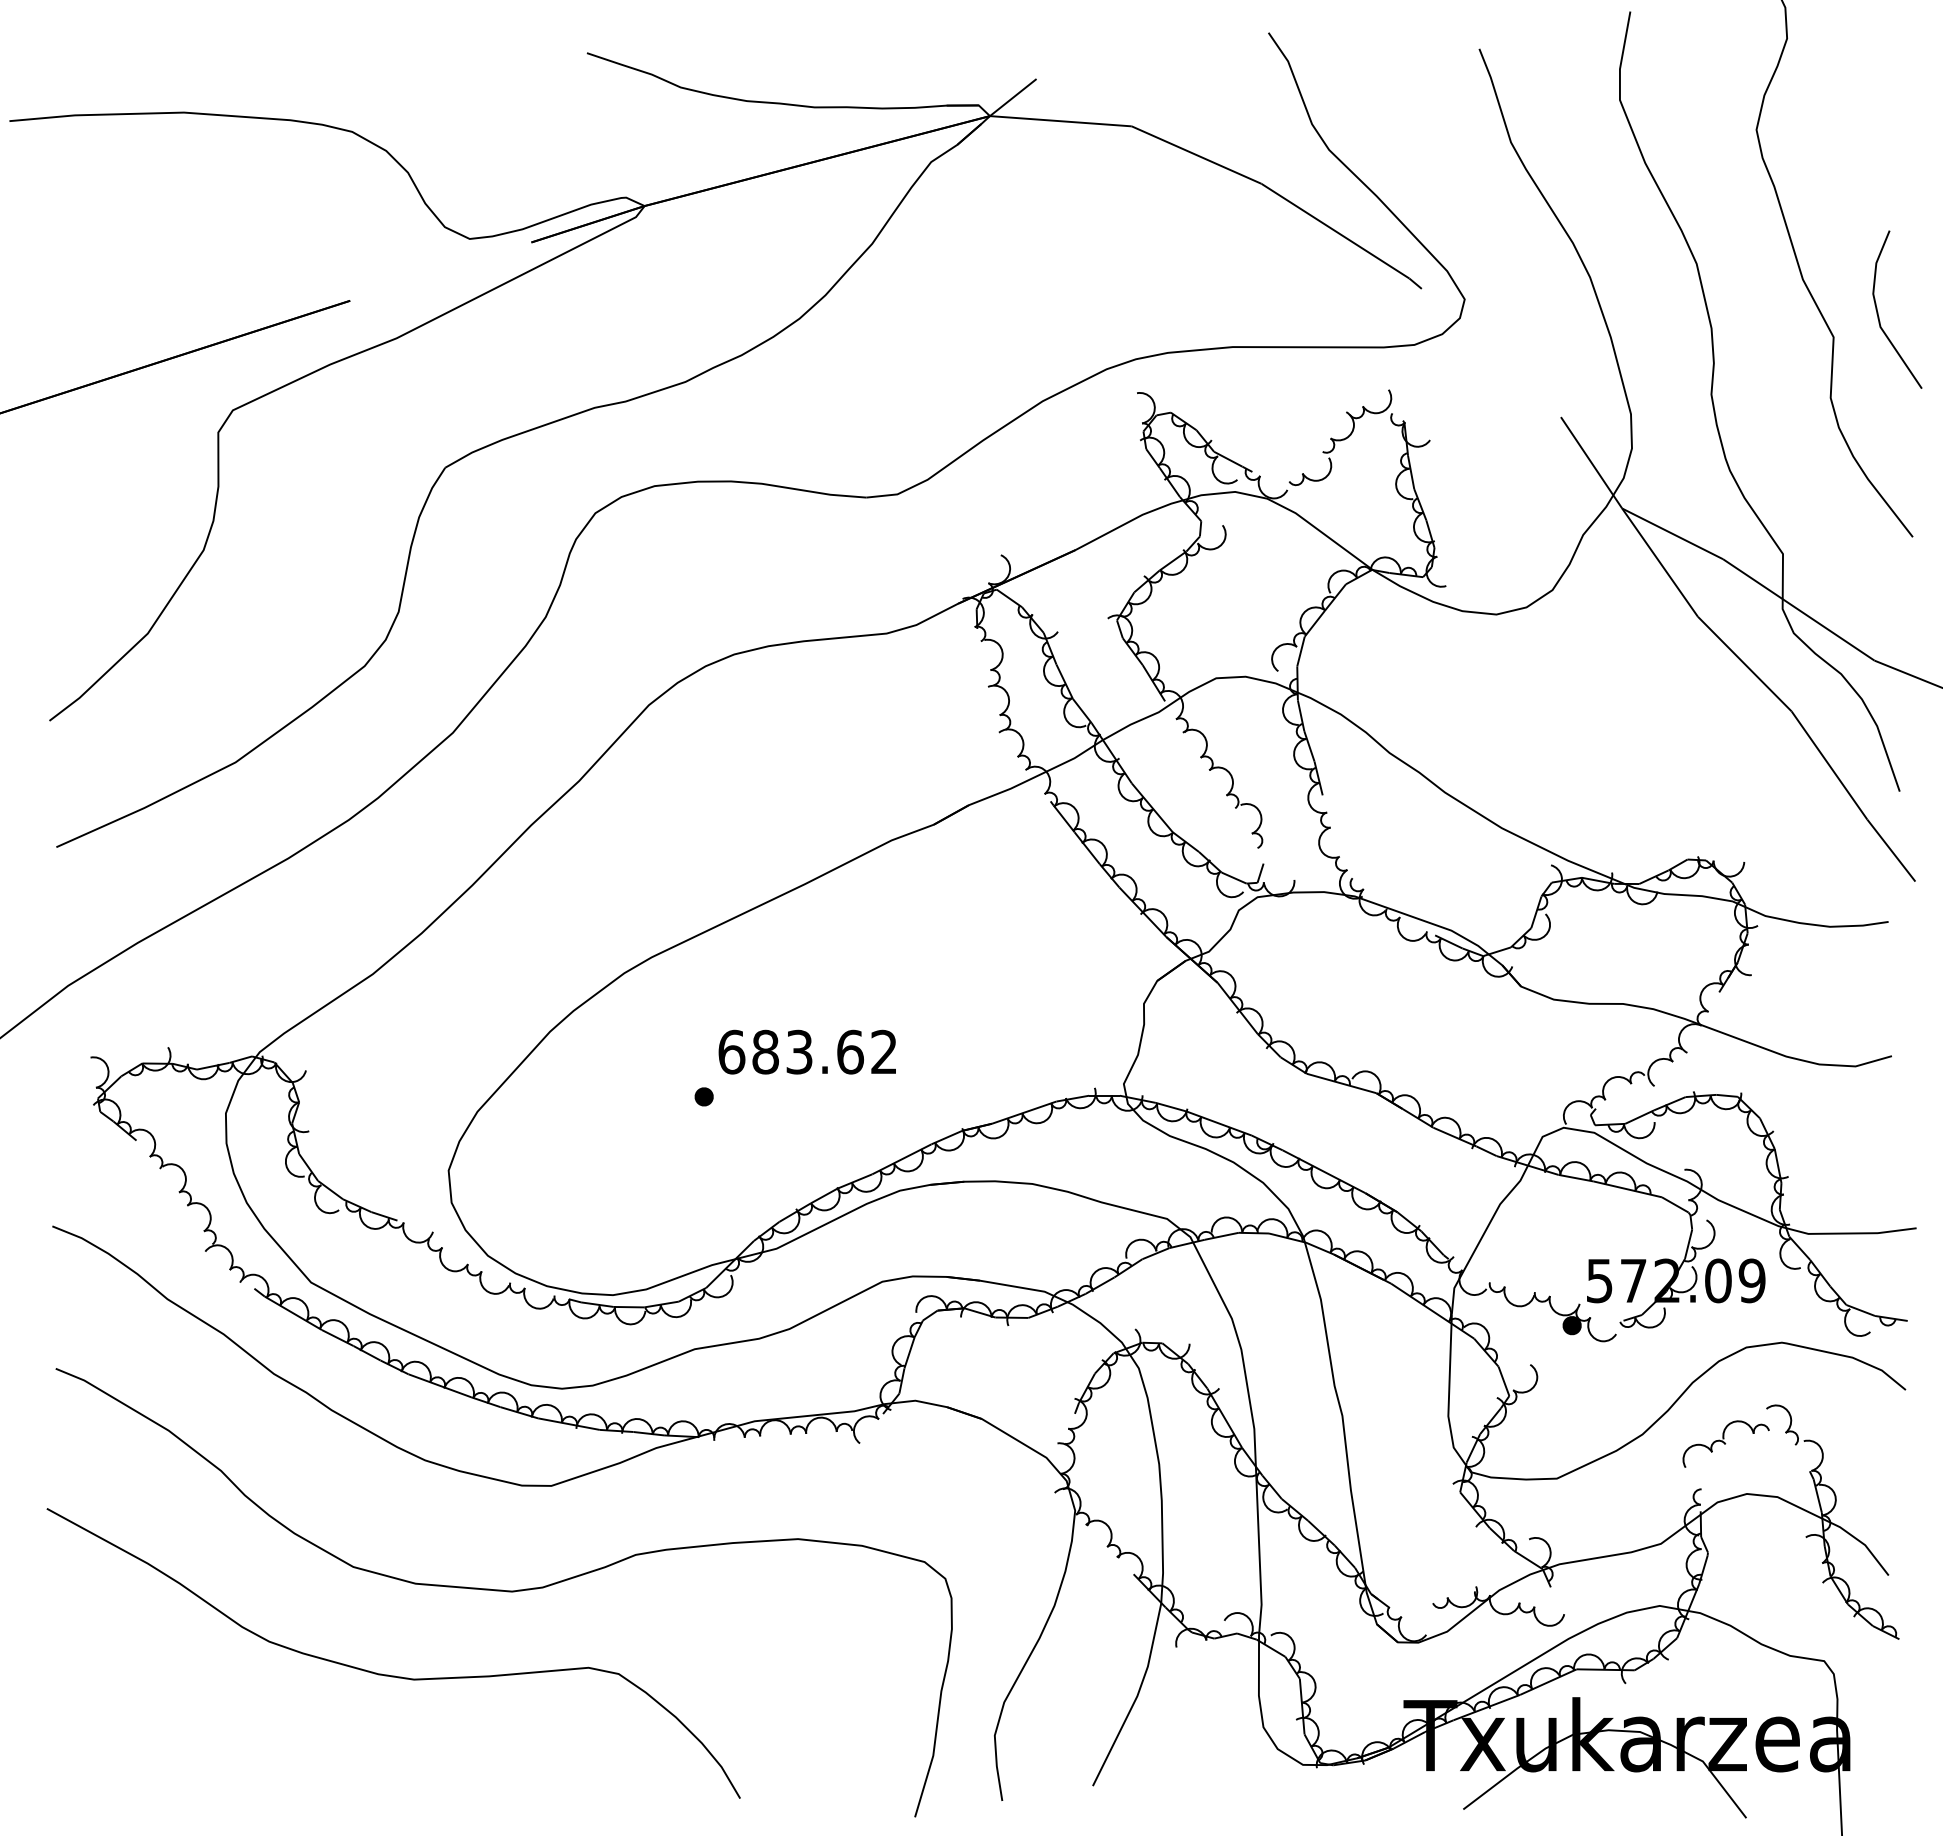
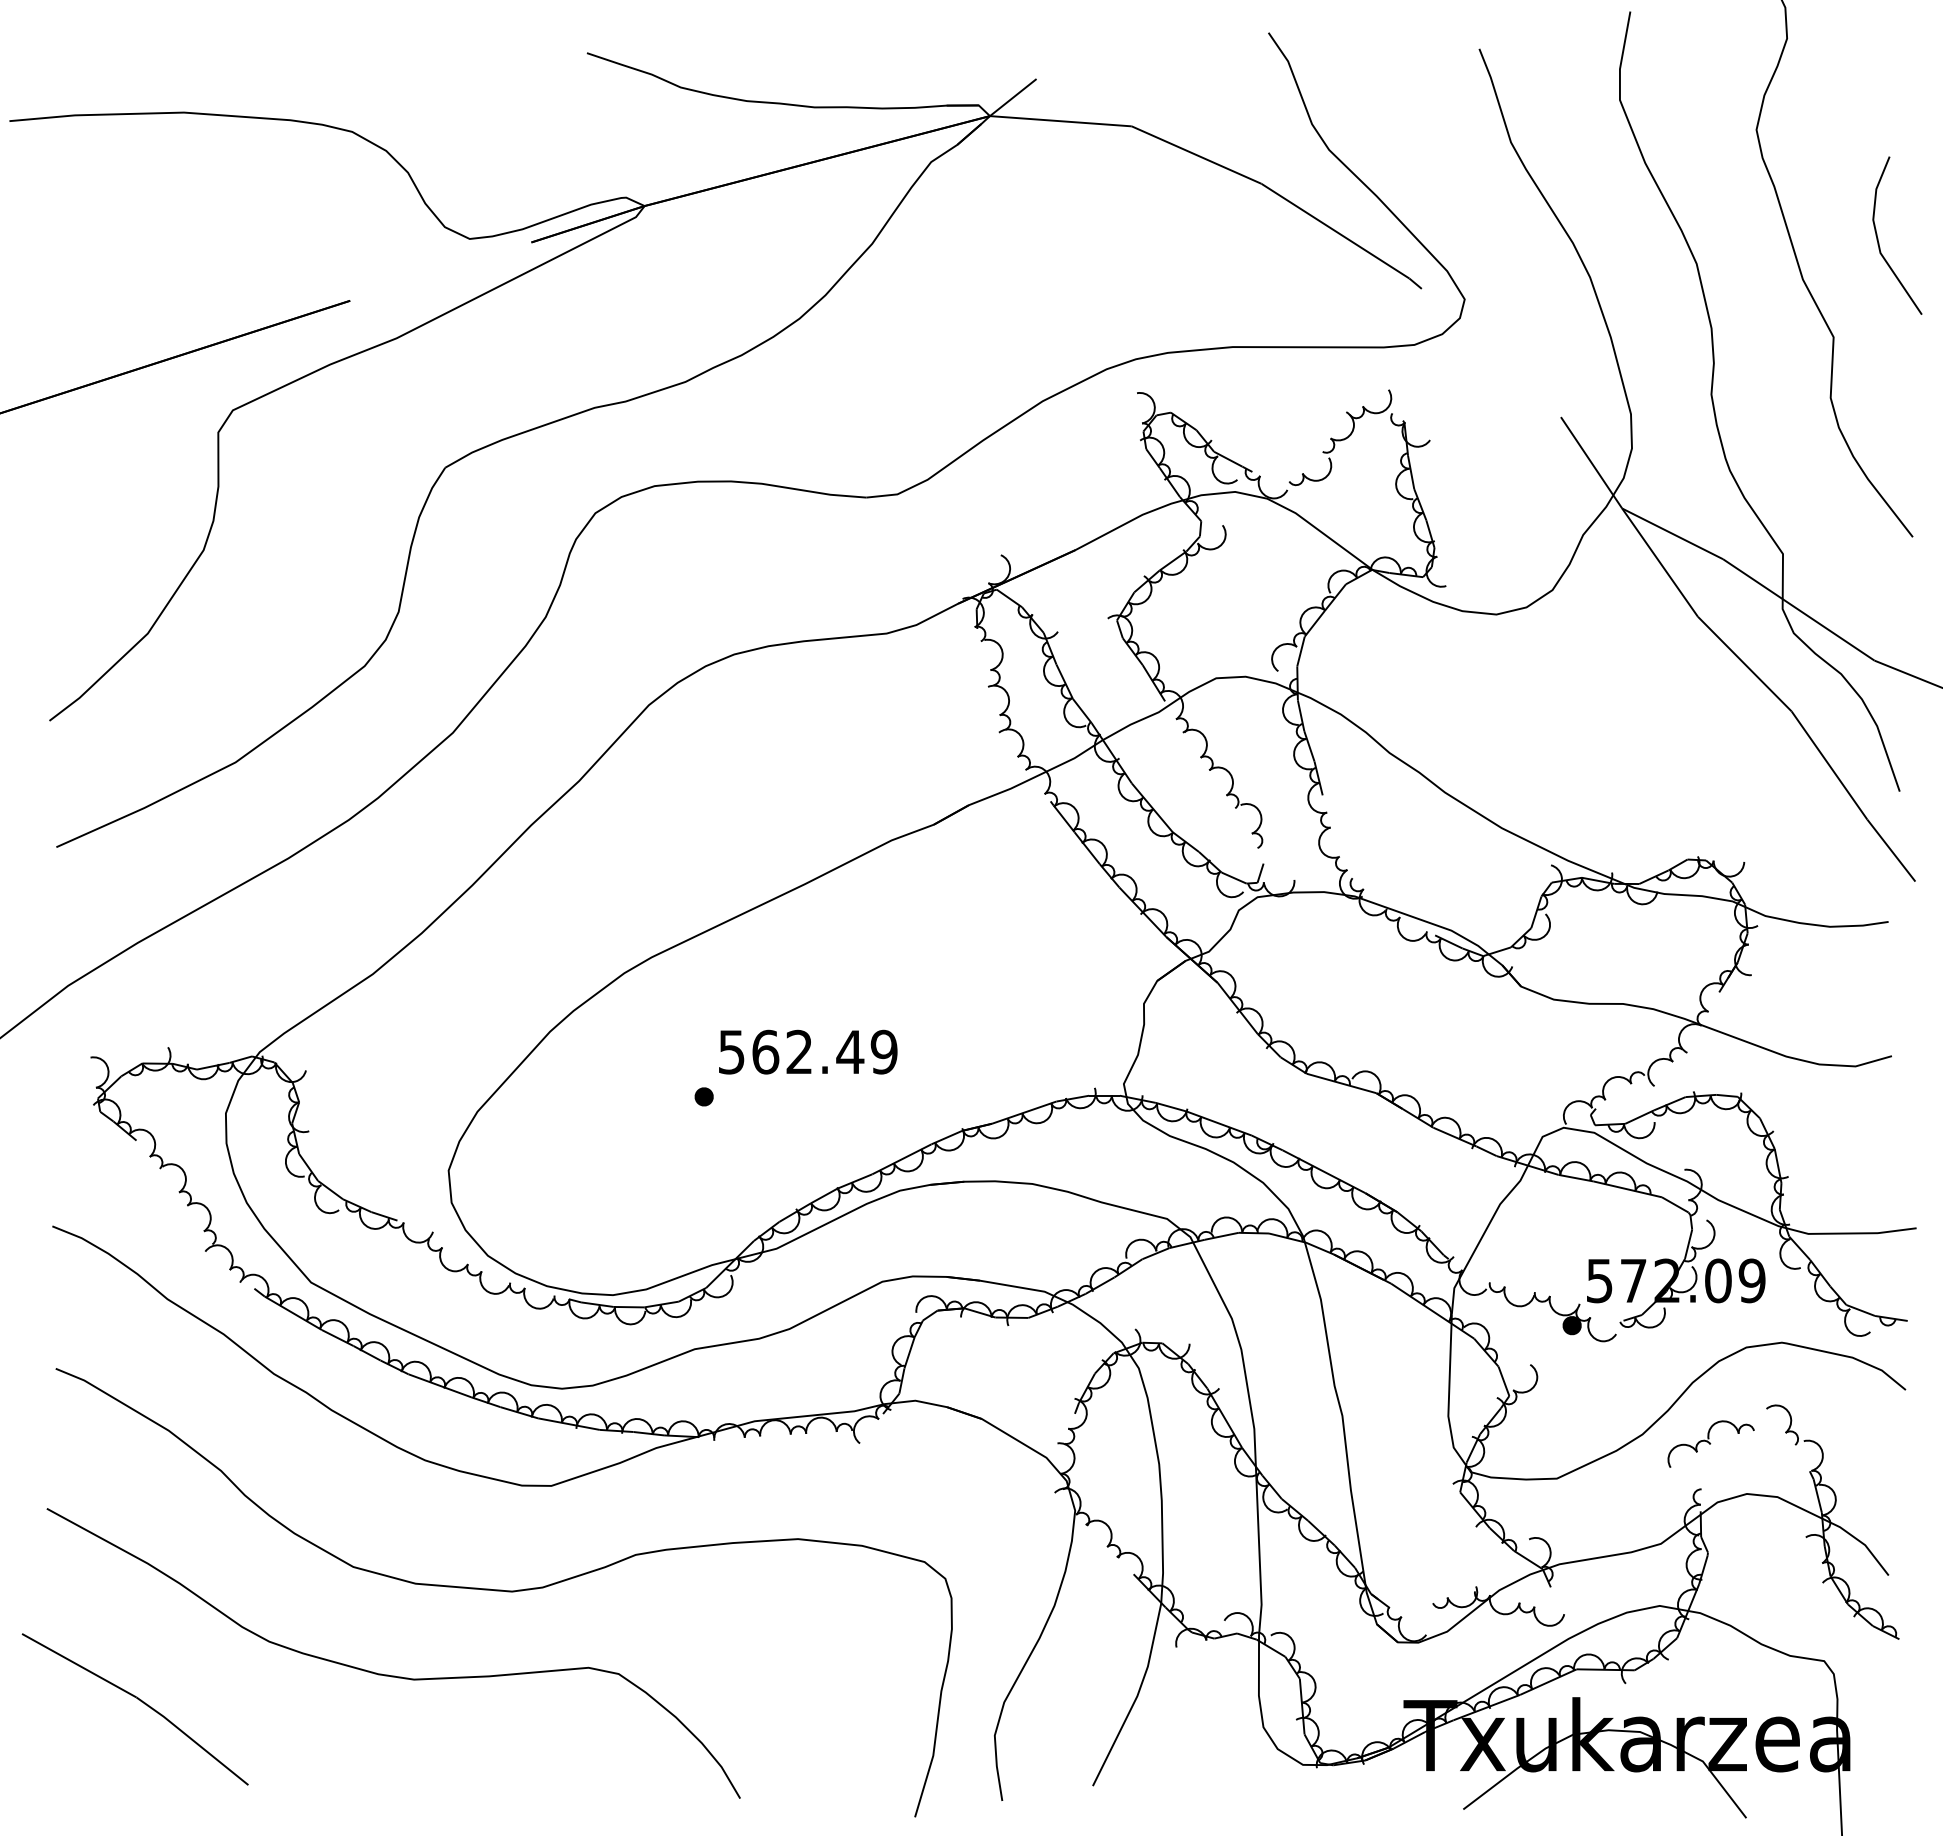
line at (1878, 312) position: (1878, 312) -> (1878, 238)
text at (807, 1051): 683.62 -> 562.49
part at (1725, 1443) position: (1725, 1443) -> (1710, 1443)
part at (141, 1702): none -> present
